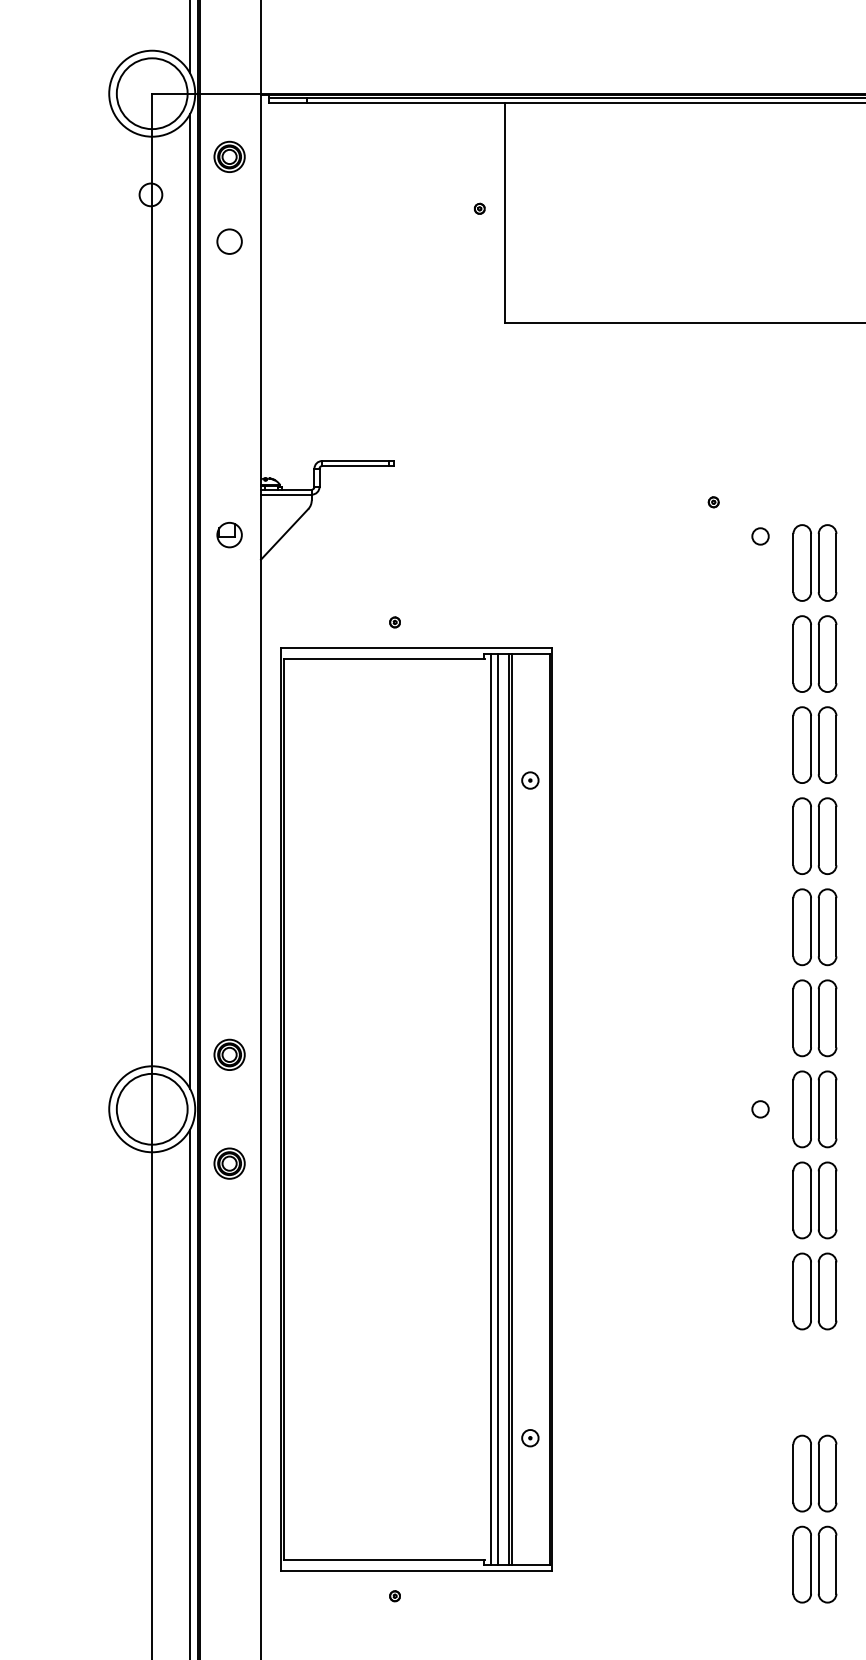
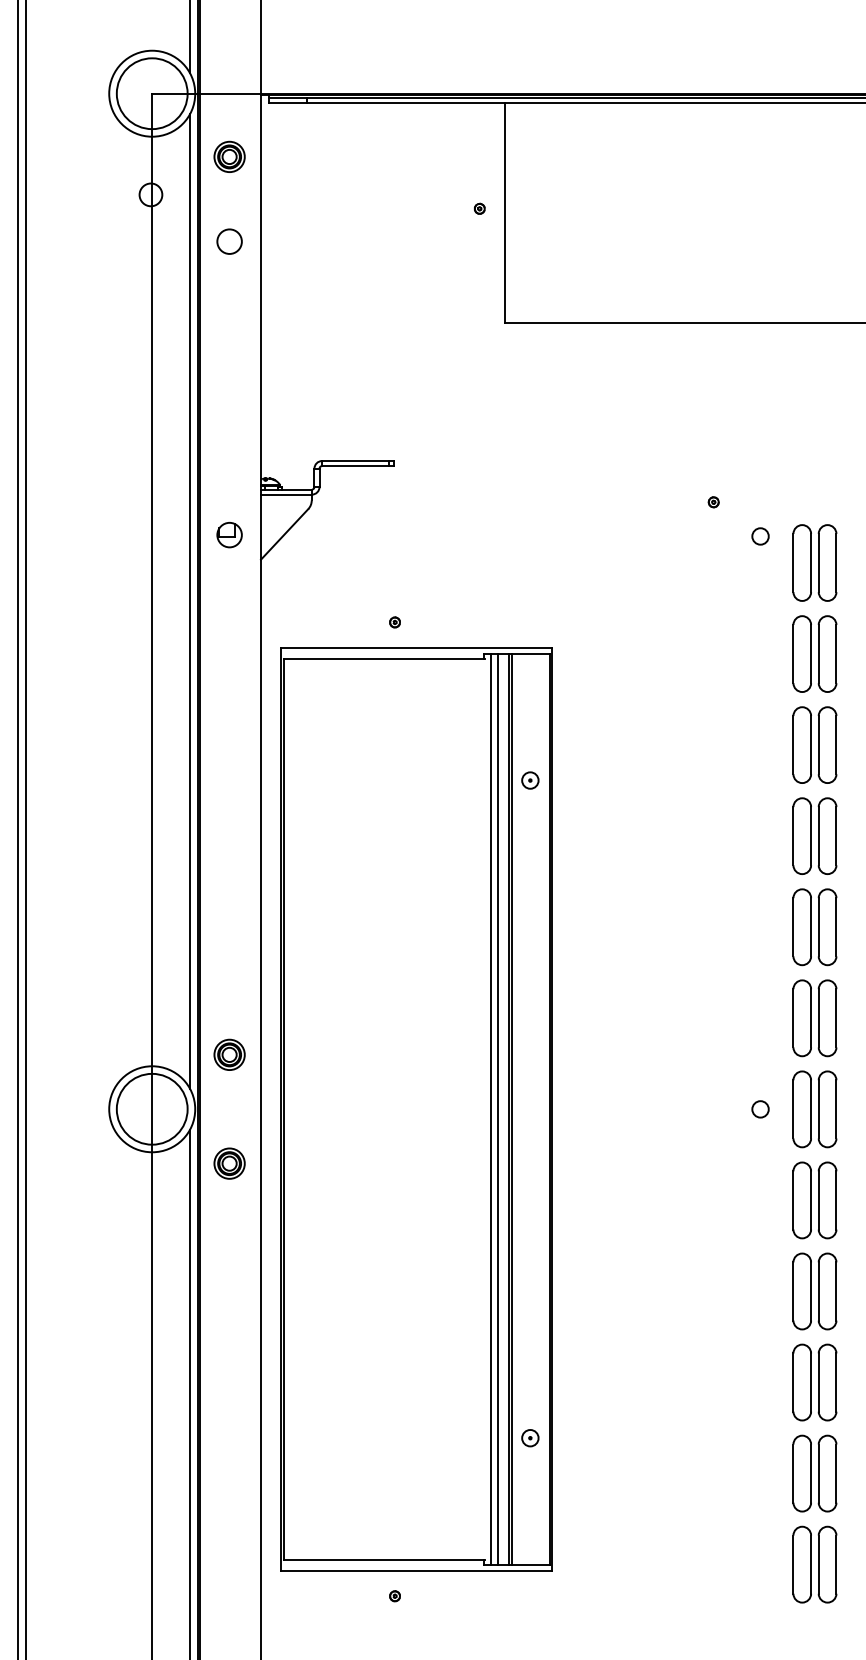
line at (18, 829): none -> present
line at (25, 829): none -> present
part at (814, 1382): none -> present
